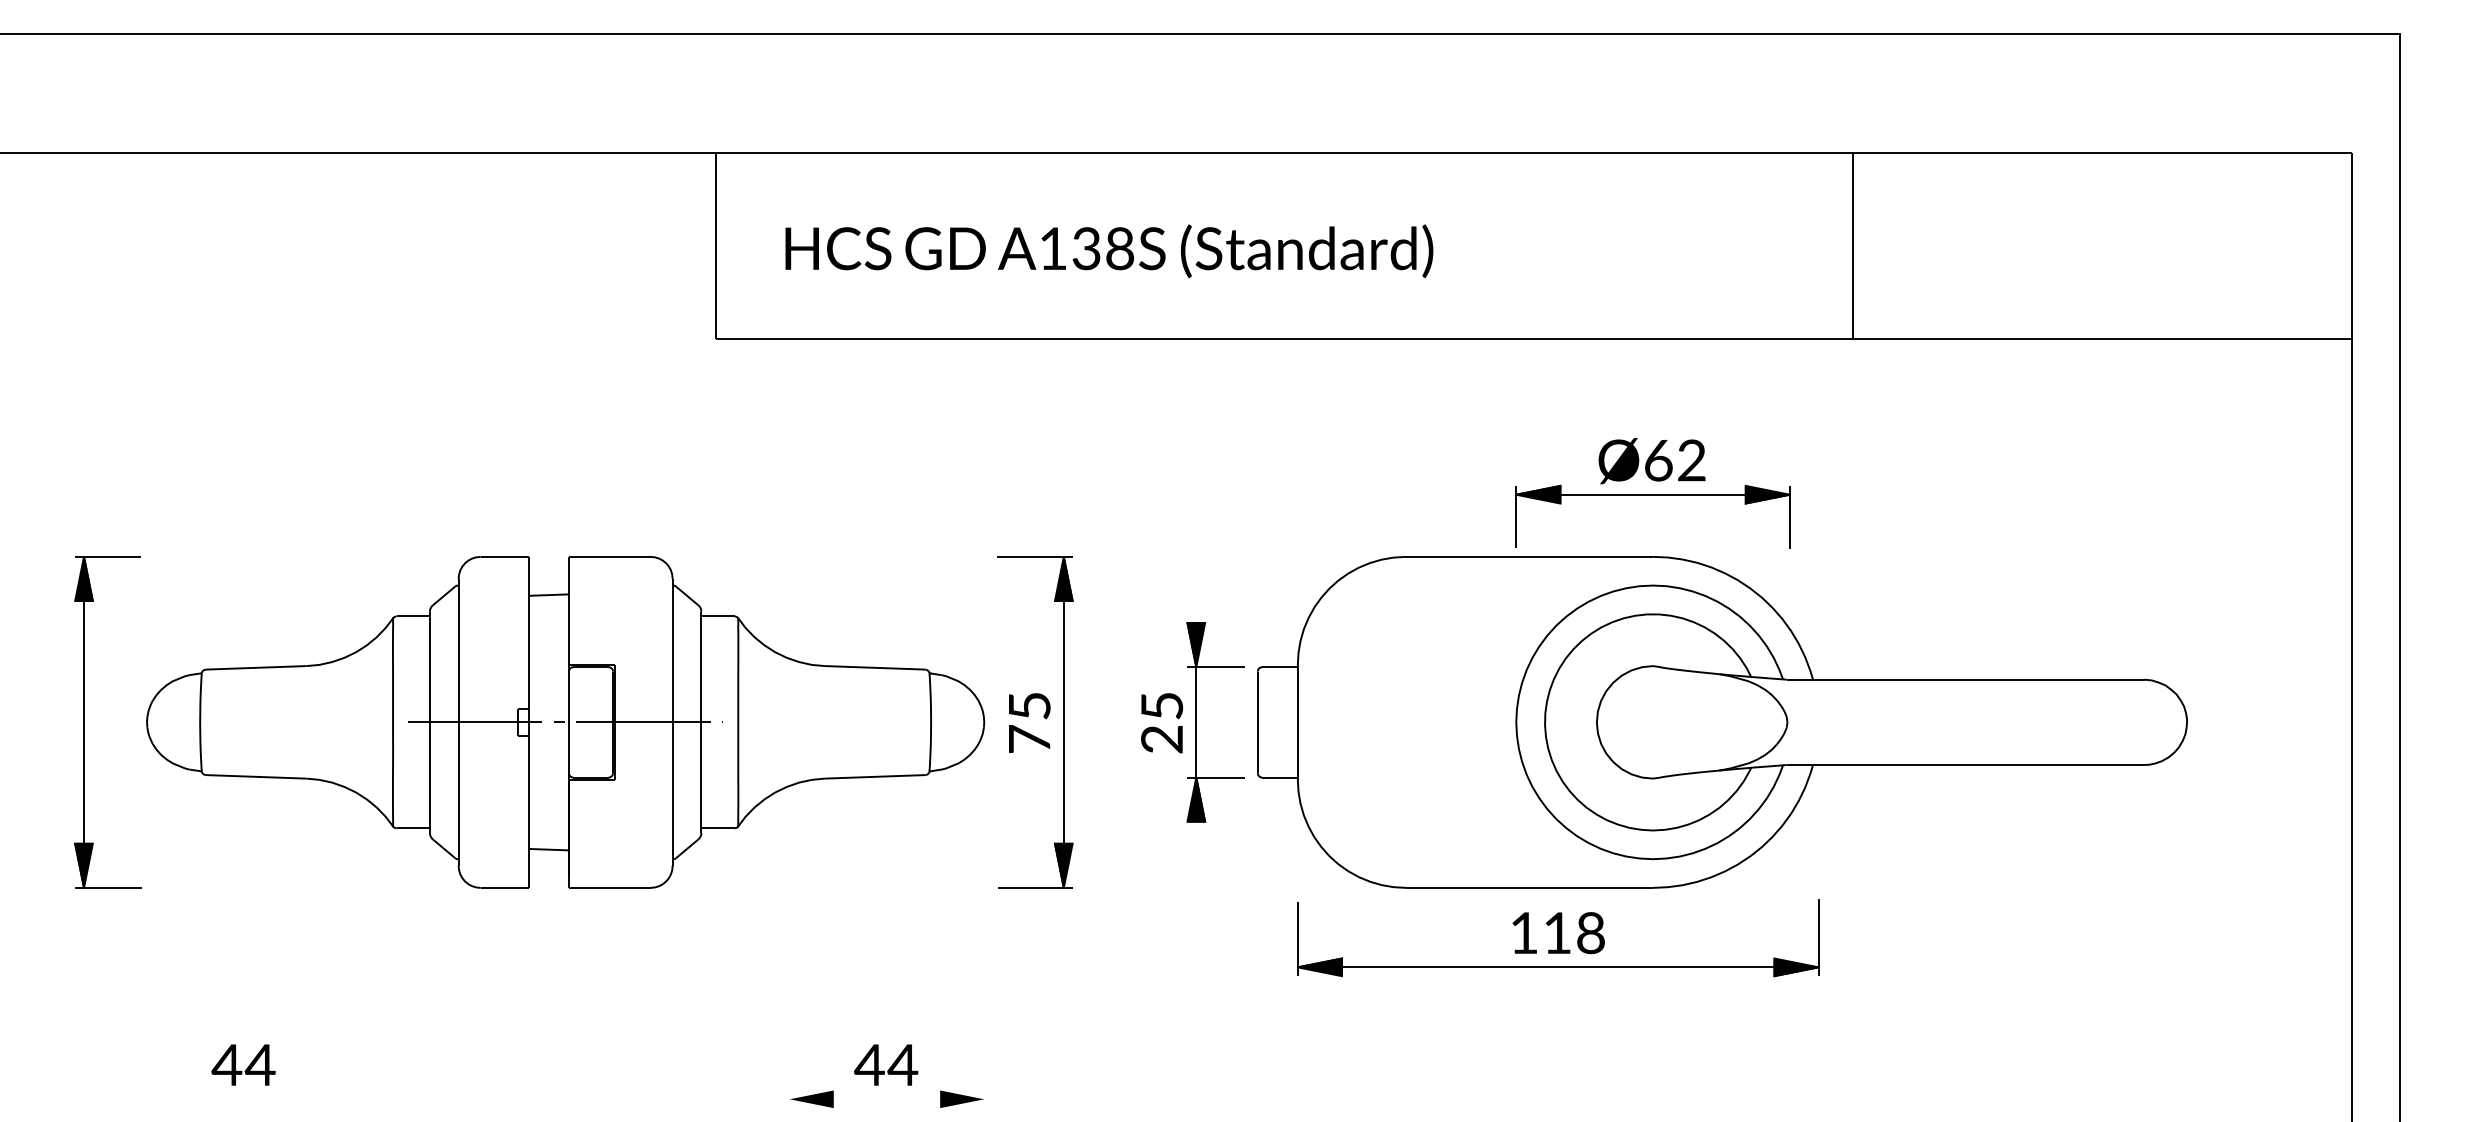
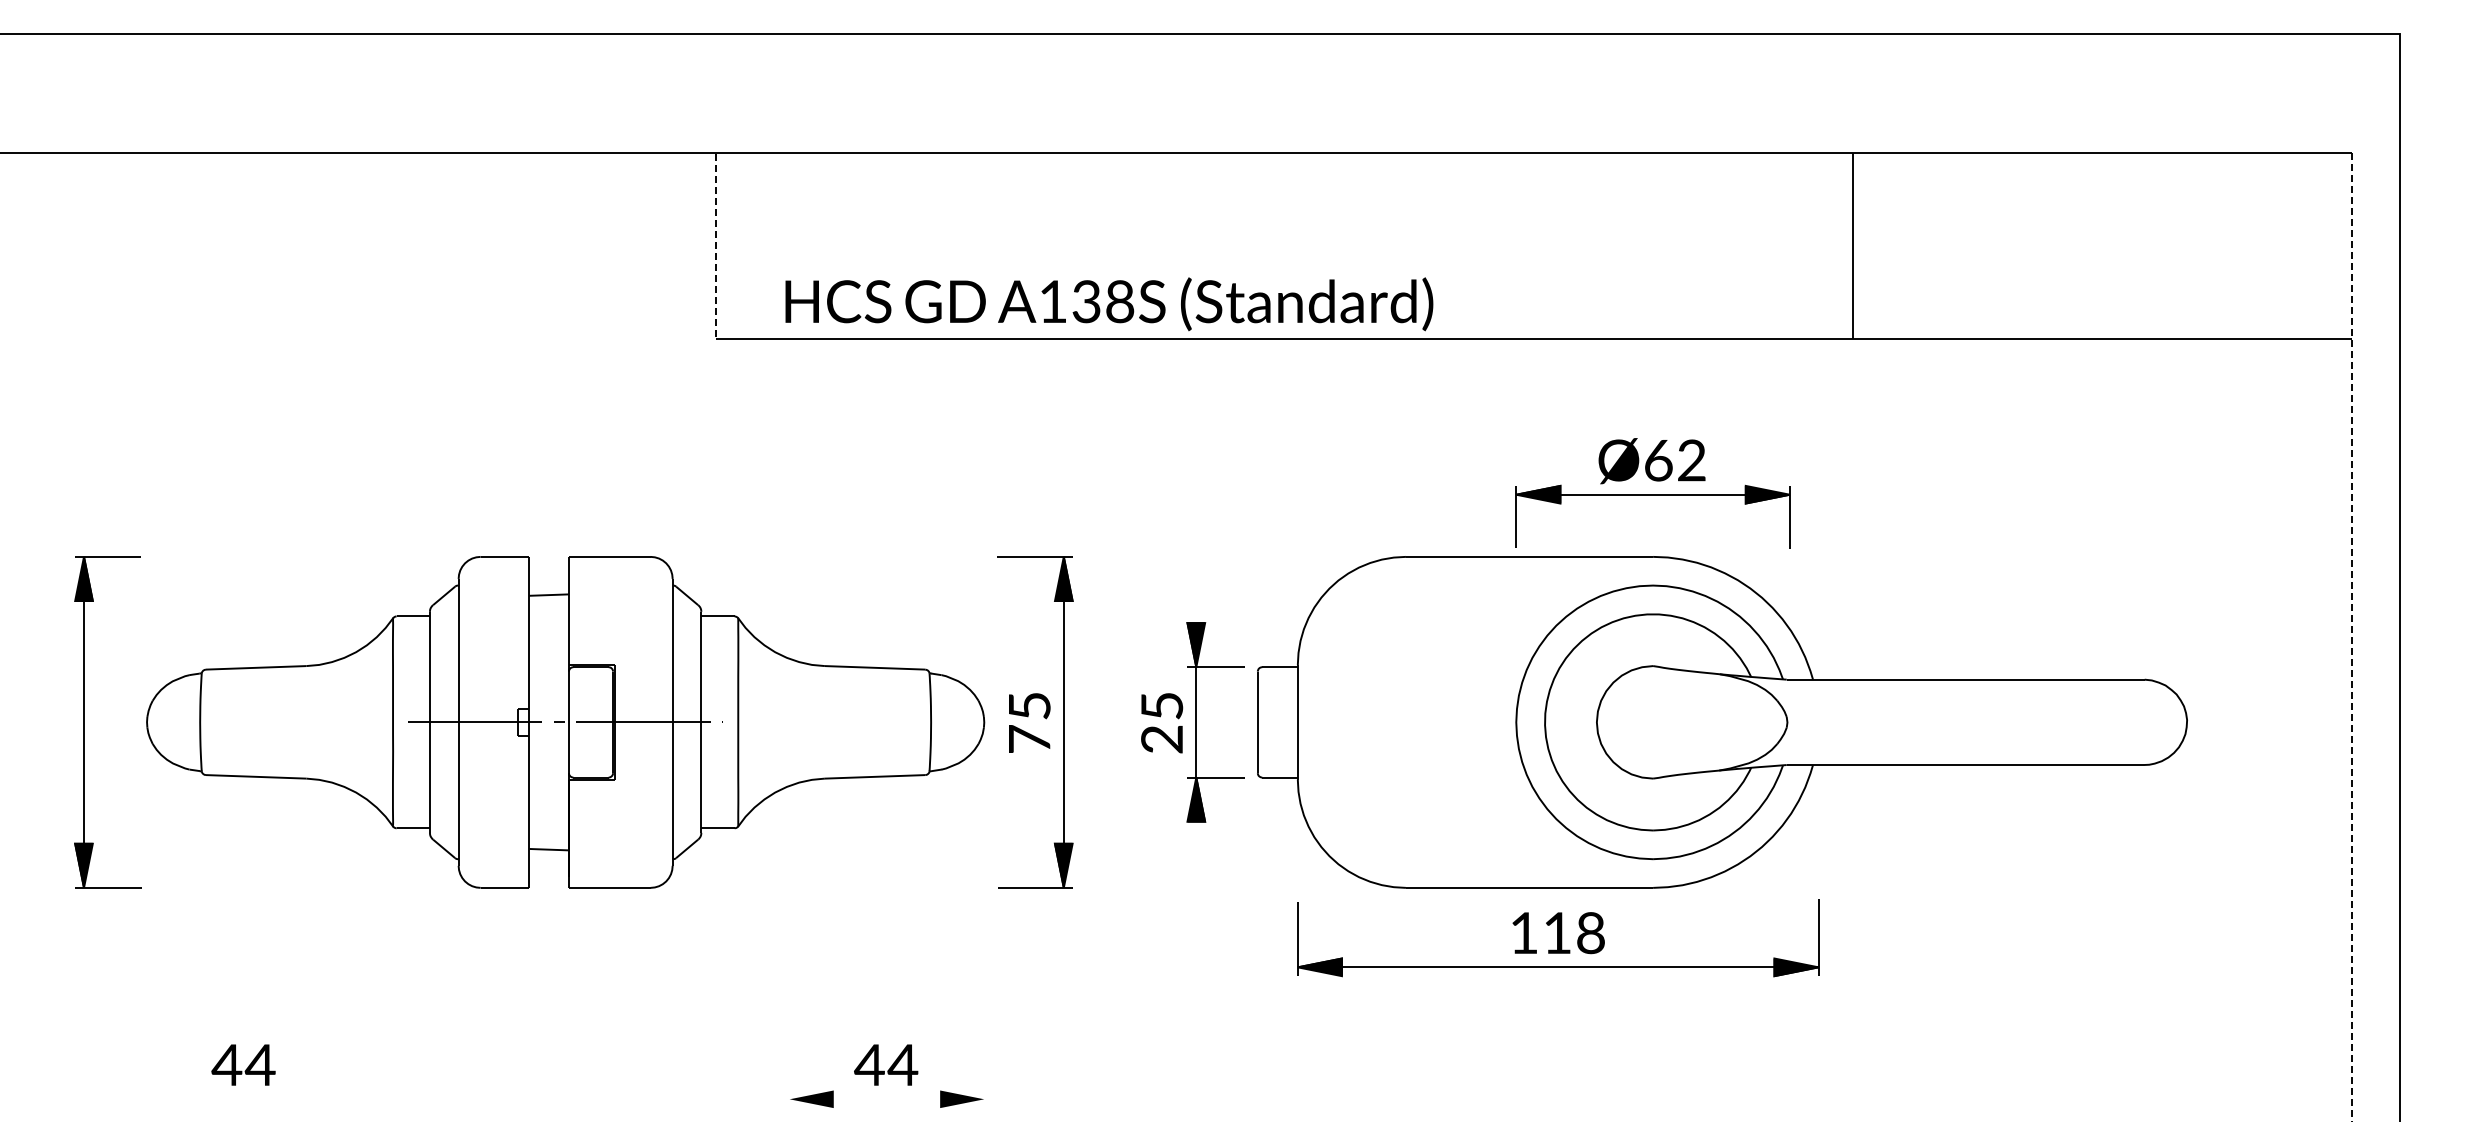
line at (715, 246): solid -> dashed
text at (1109, 251) position: (1109, 251) -> (1109, 304)
line at (2352, 637): solid -> dashed
